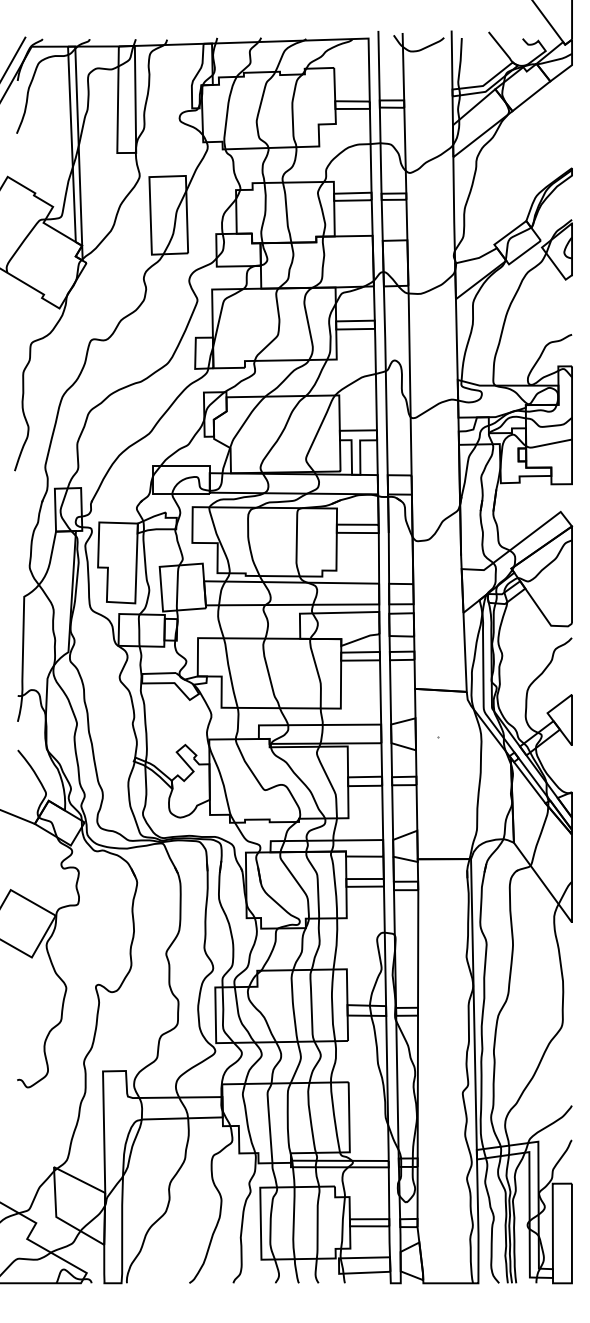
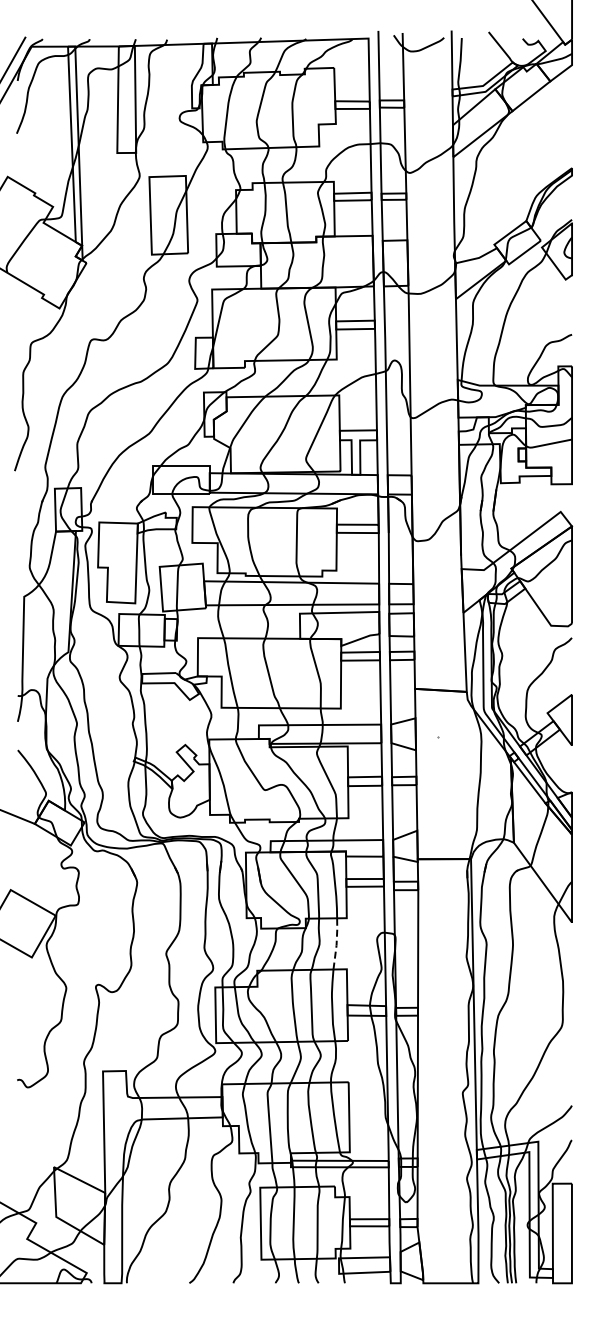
line at (336, 943): solid -> dashed
